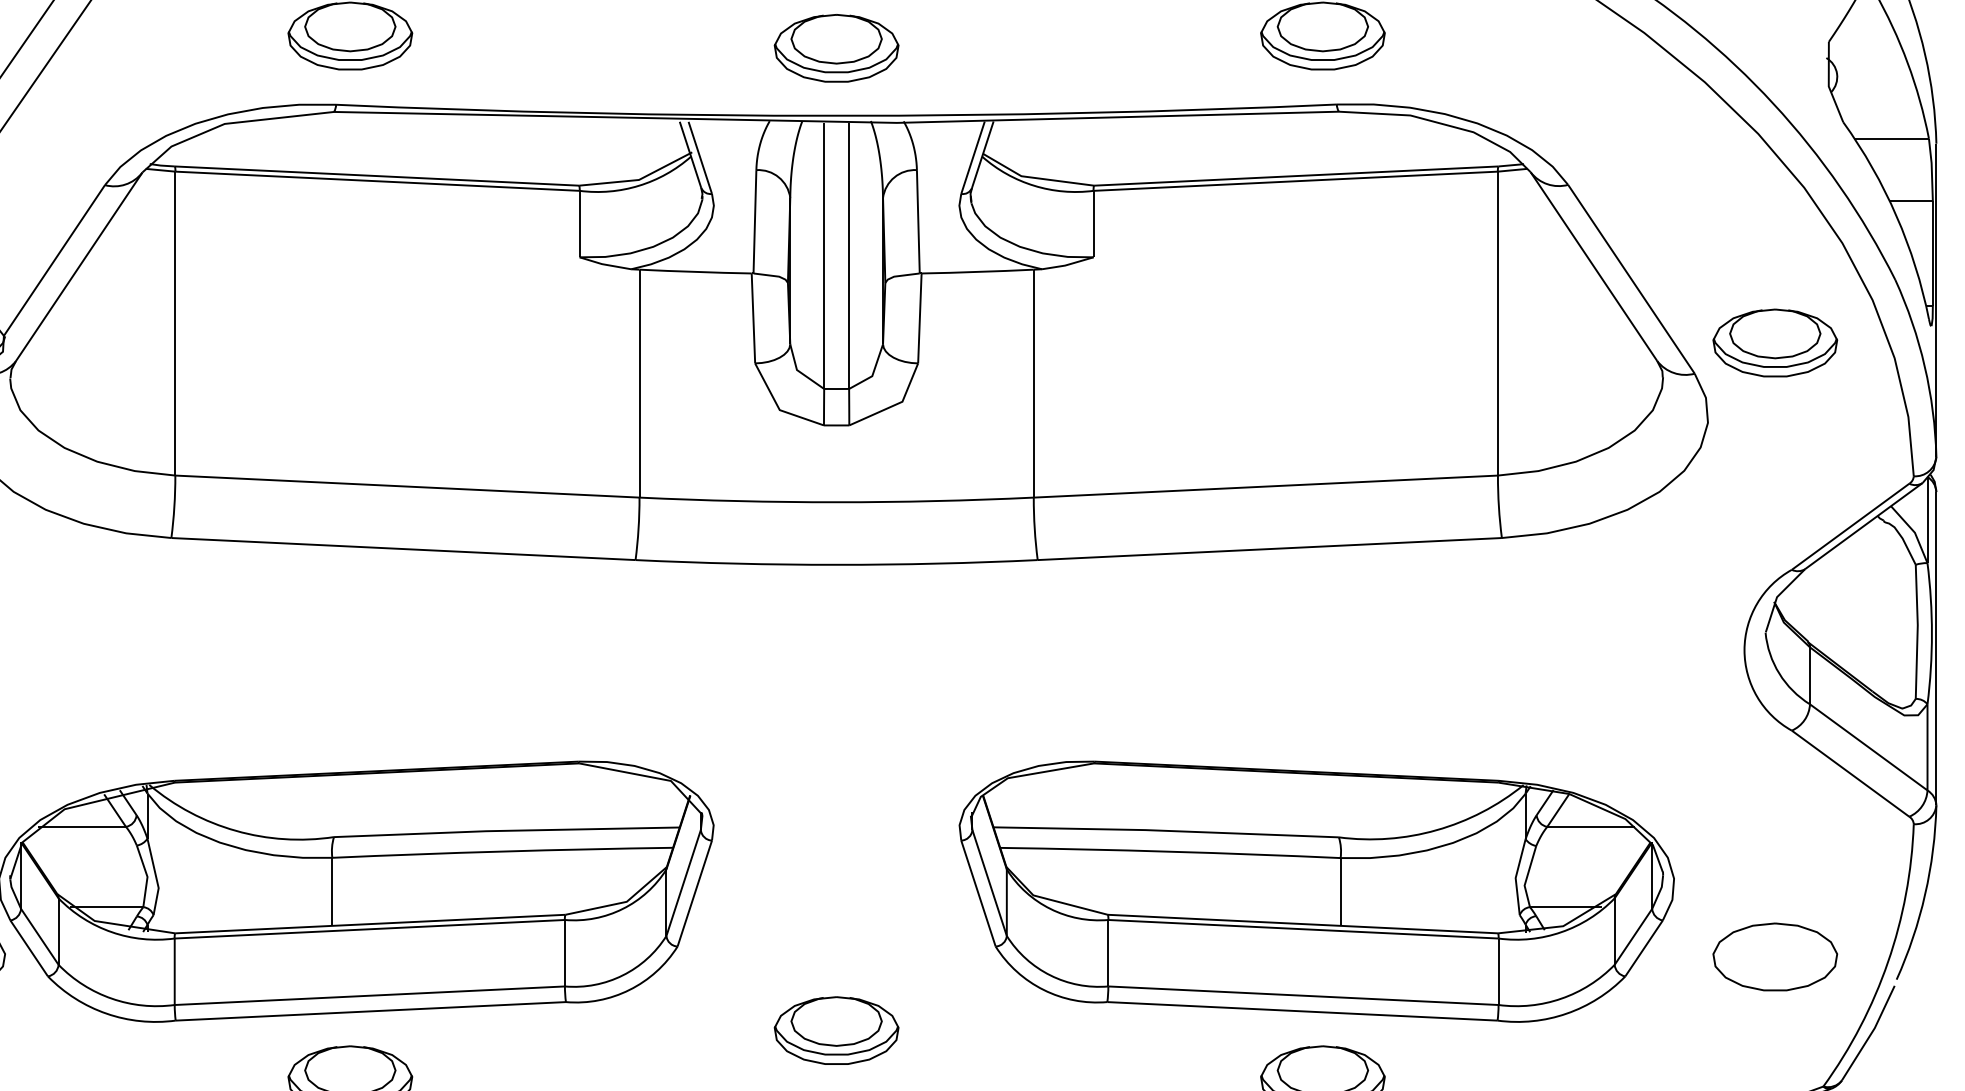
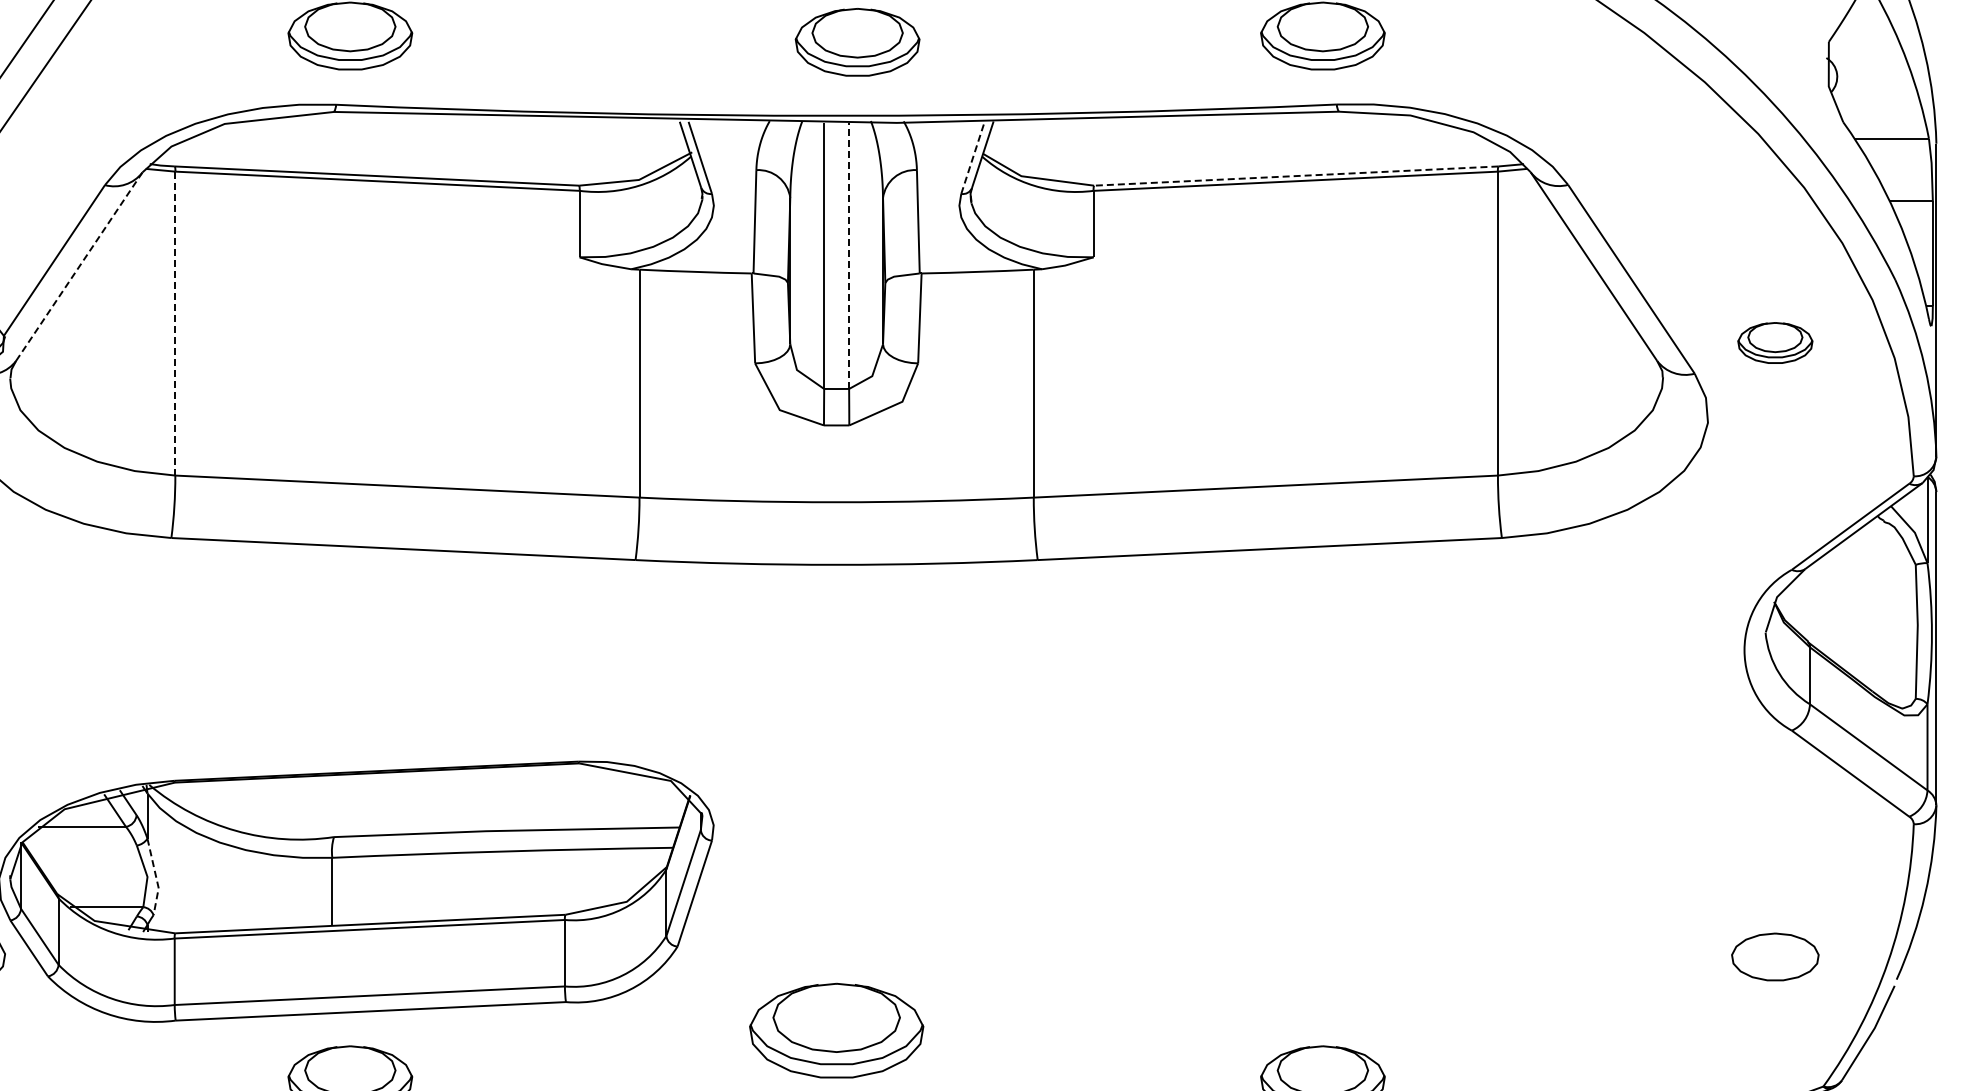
part at (836, 48) position: (836, 48) -> (857, 42)
line at (973, 157): solid -> dashed
line at (1295, 176): solid -> dashed
line at (849, 255): solid -> dashed
line at (79, 266): solid -> dashed
line at (175, 323): solid -> dashed
part at (1775, 342) size: 127x70 px -> 77x42 px
line at (156, 877): solid -> dashed
part at (1316, 891): present -> none
part at (1775, 956) size: 127x70 px -> 89x50 px
part at (836, 1030) size: 127x69 px -> 176x97 px
